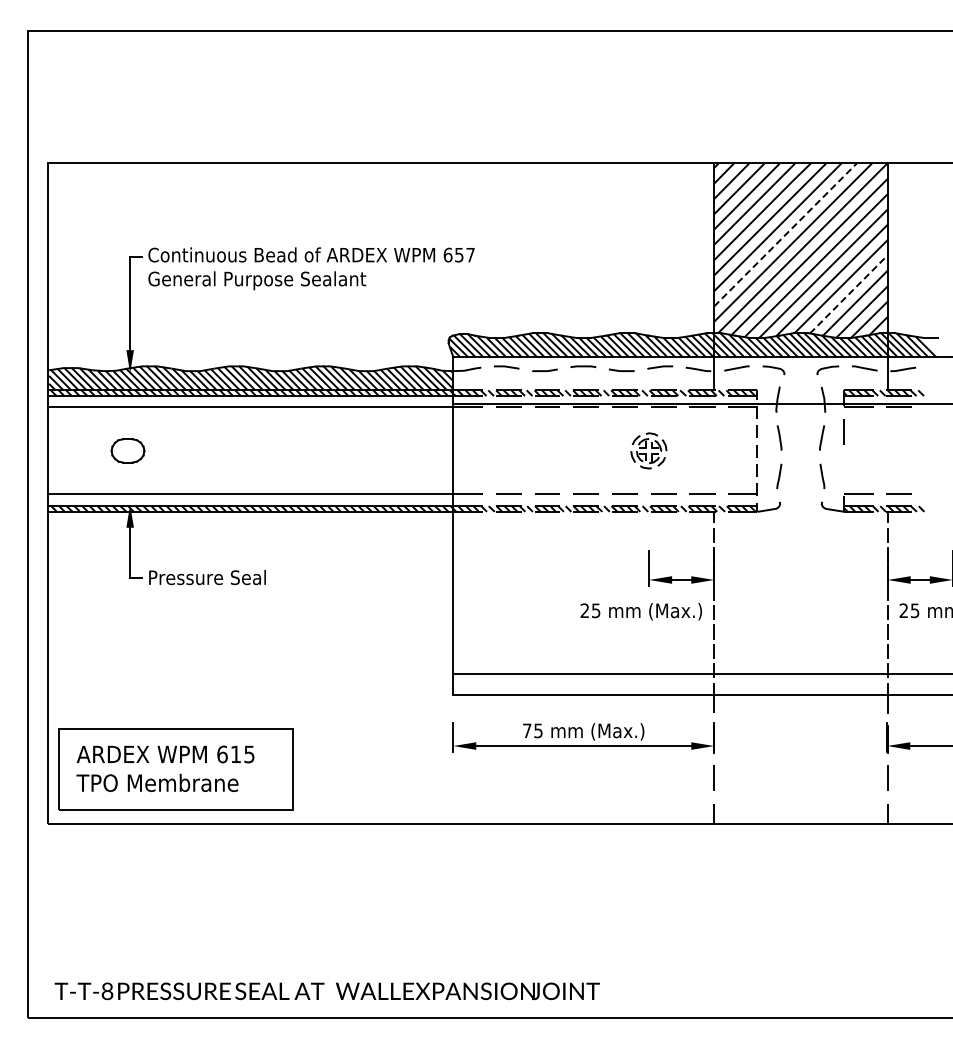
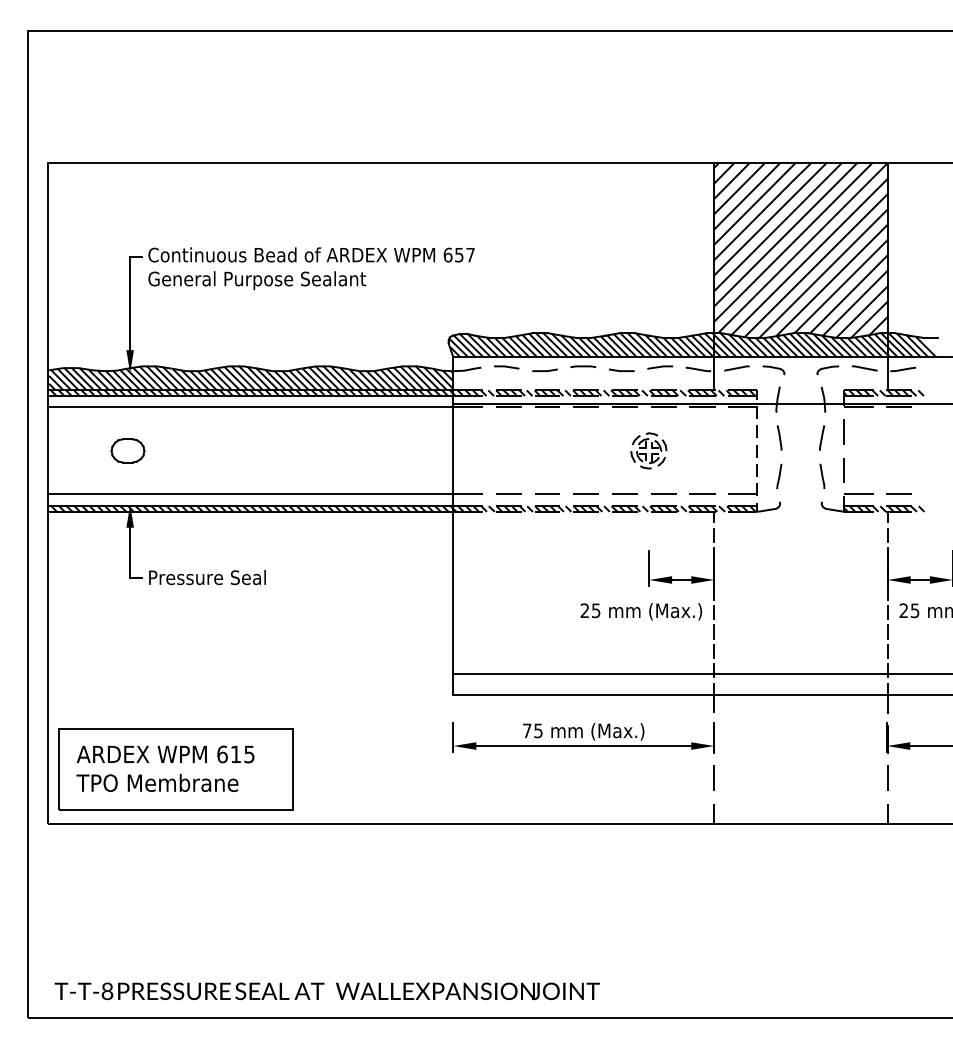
line at (785, 235): dashed -> solid
line at (849, 294): dashed -> solid
line at (843, 470): none -> present
